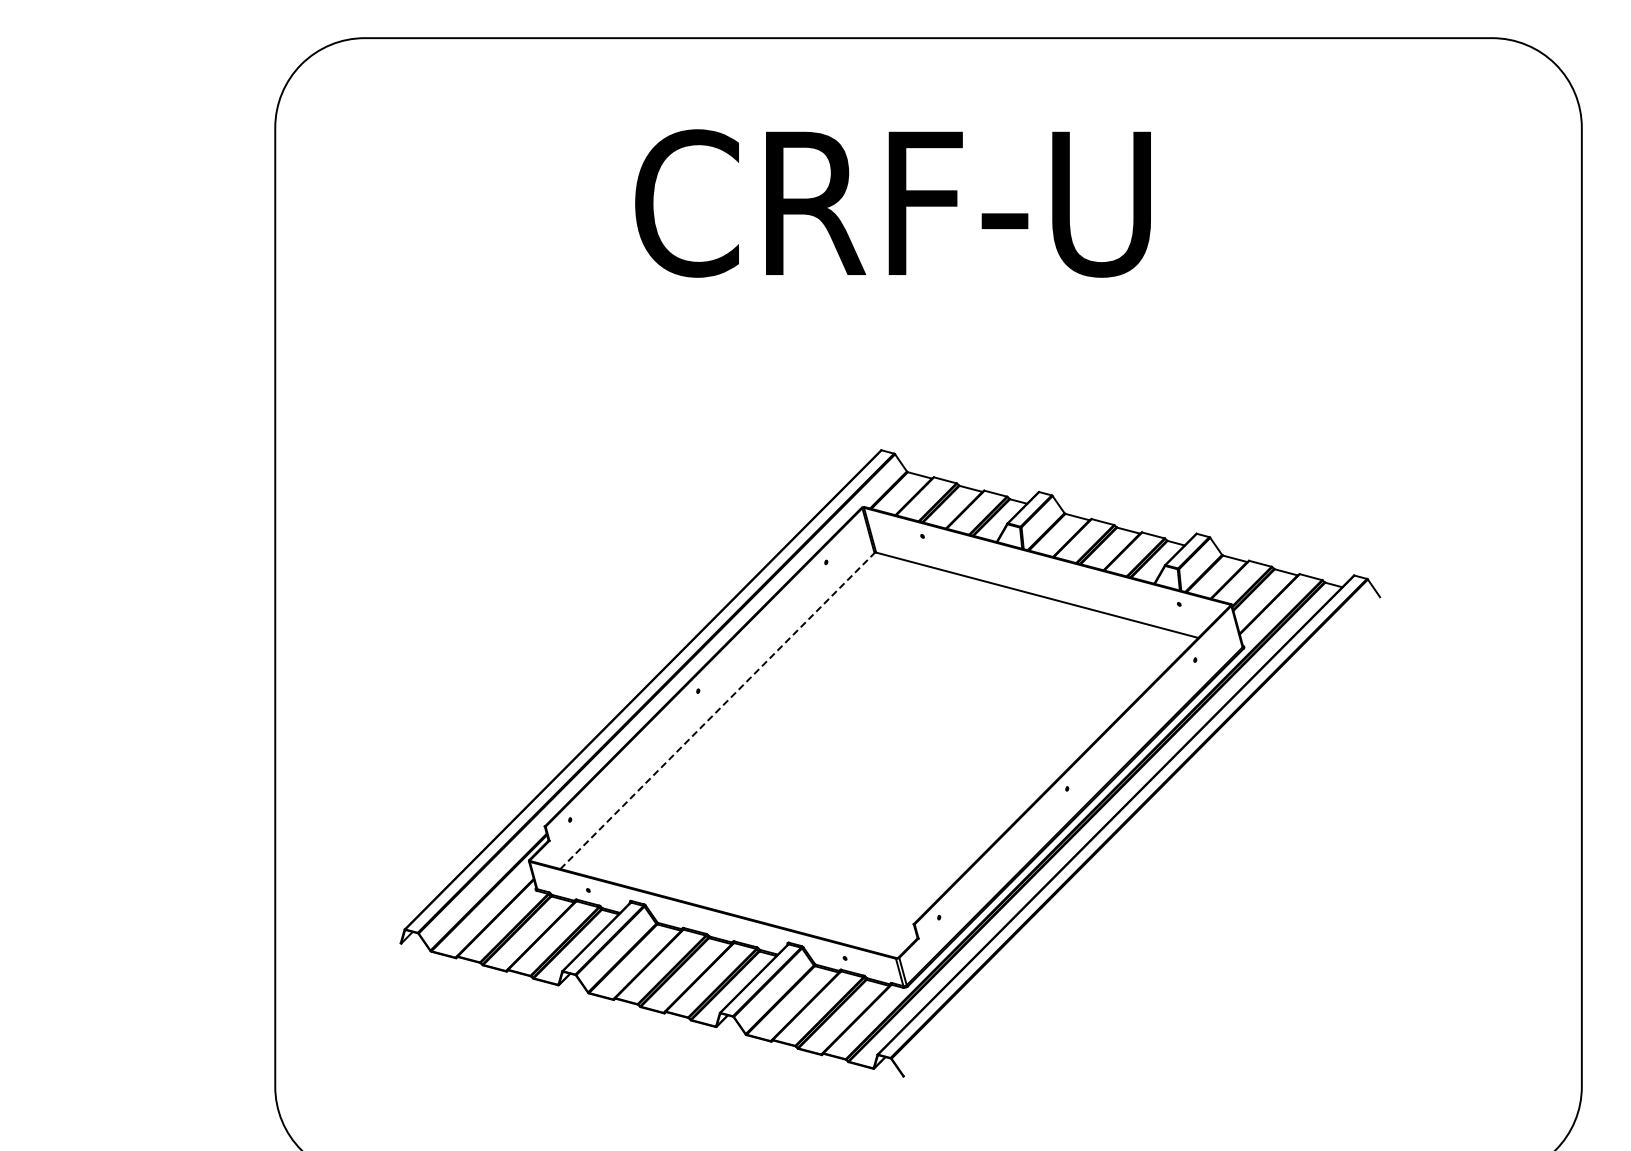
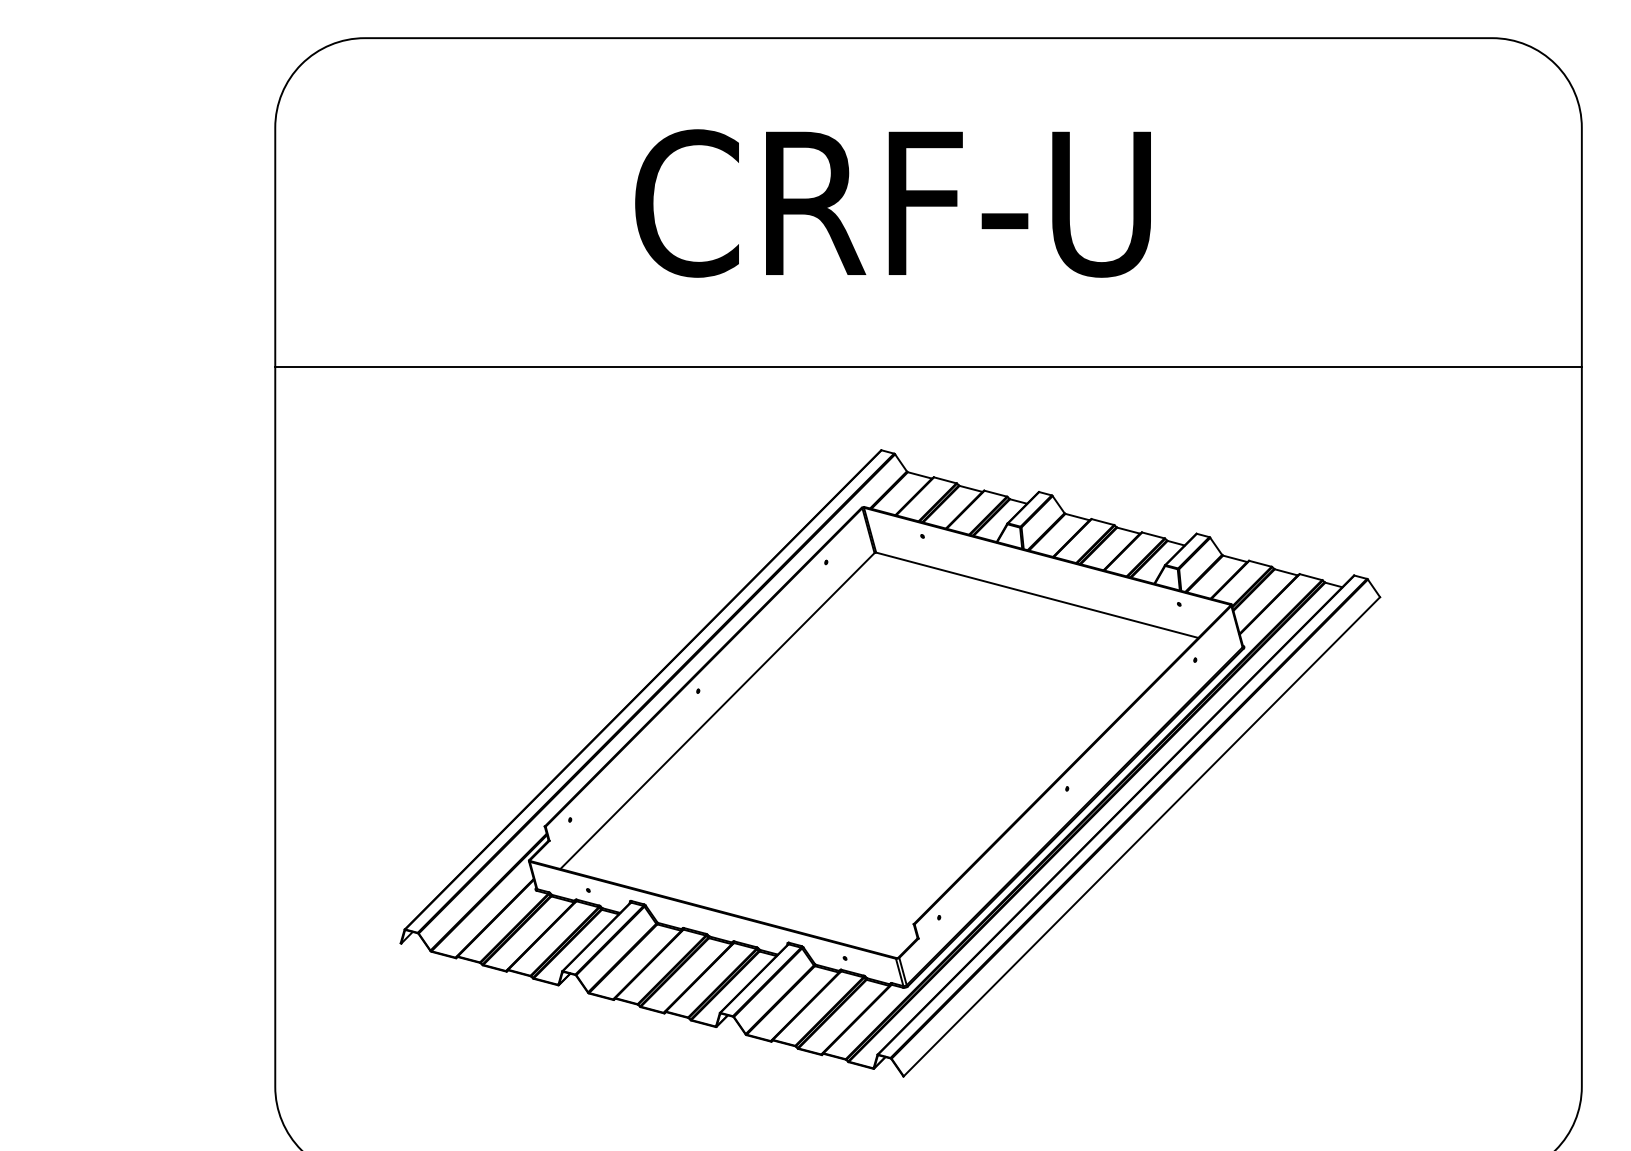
line at (928, 366): none -> present
line at (717, 711): dashed -> solid
line at (1141, 836): none -> present
